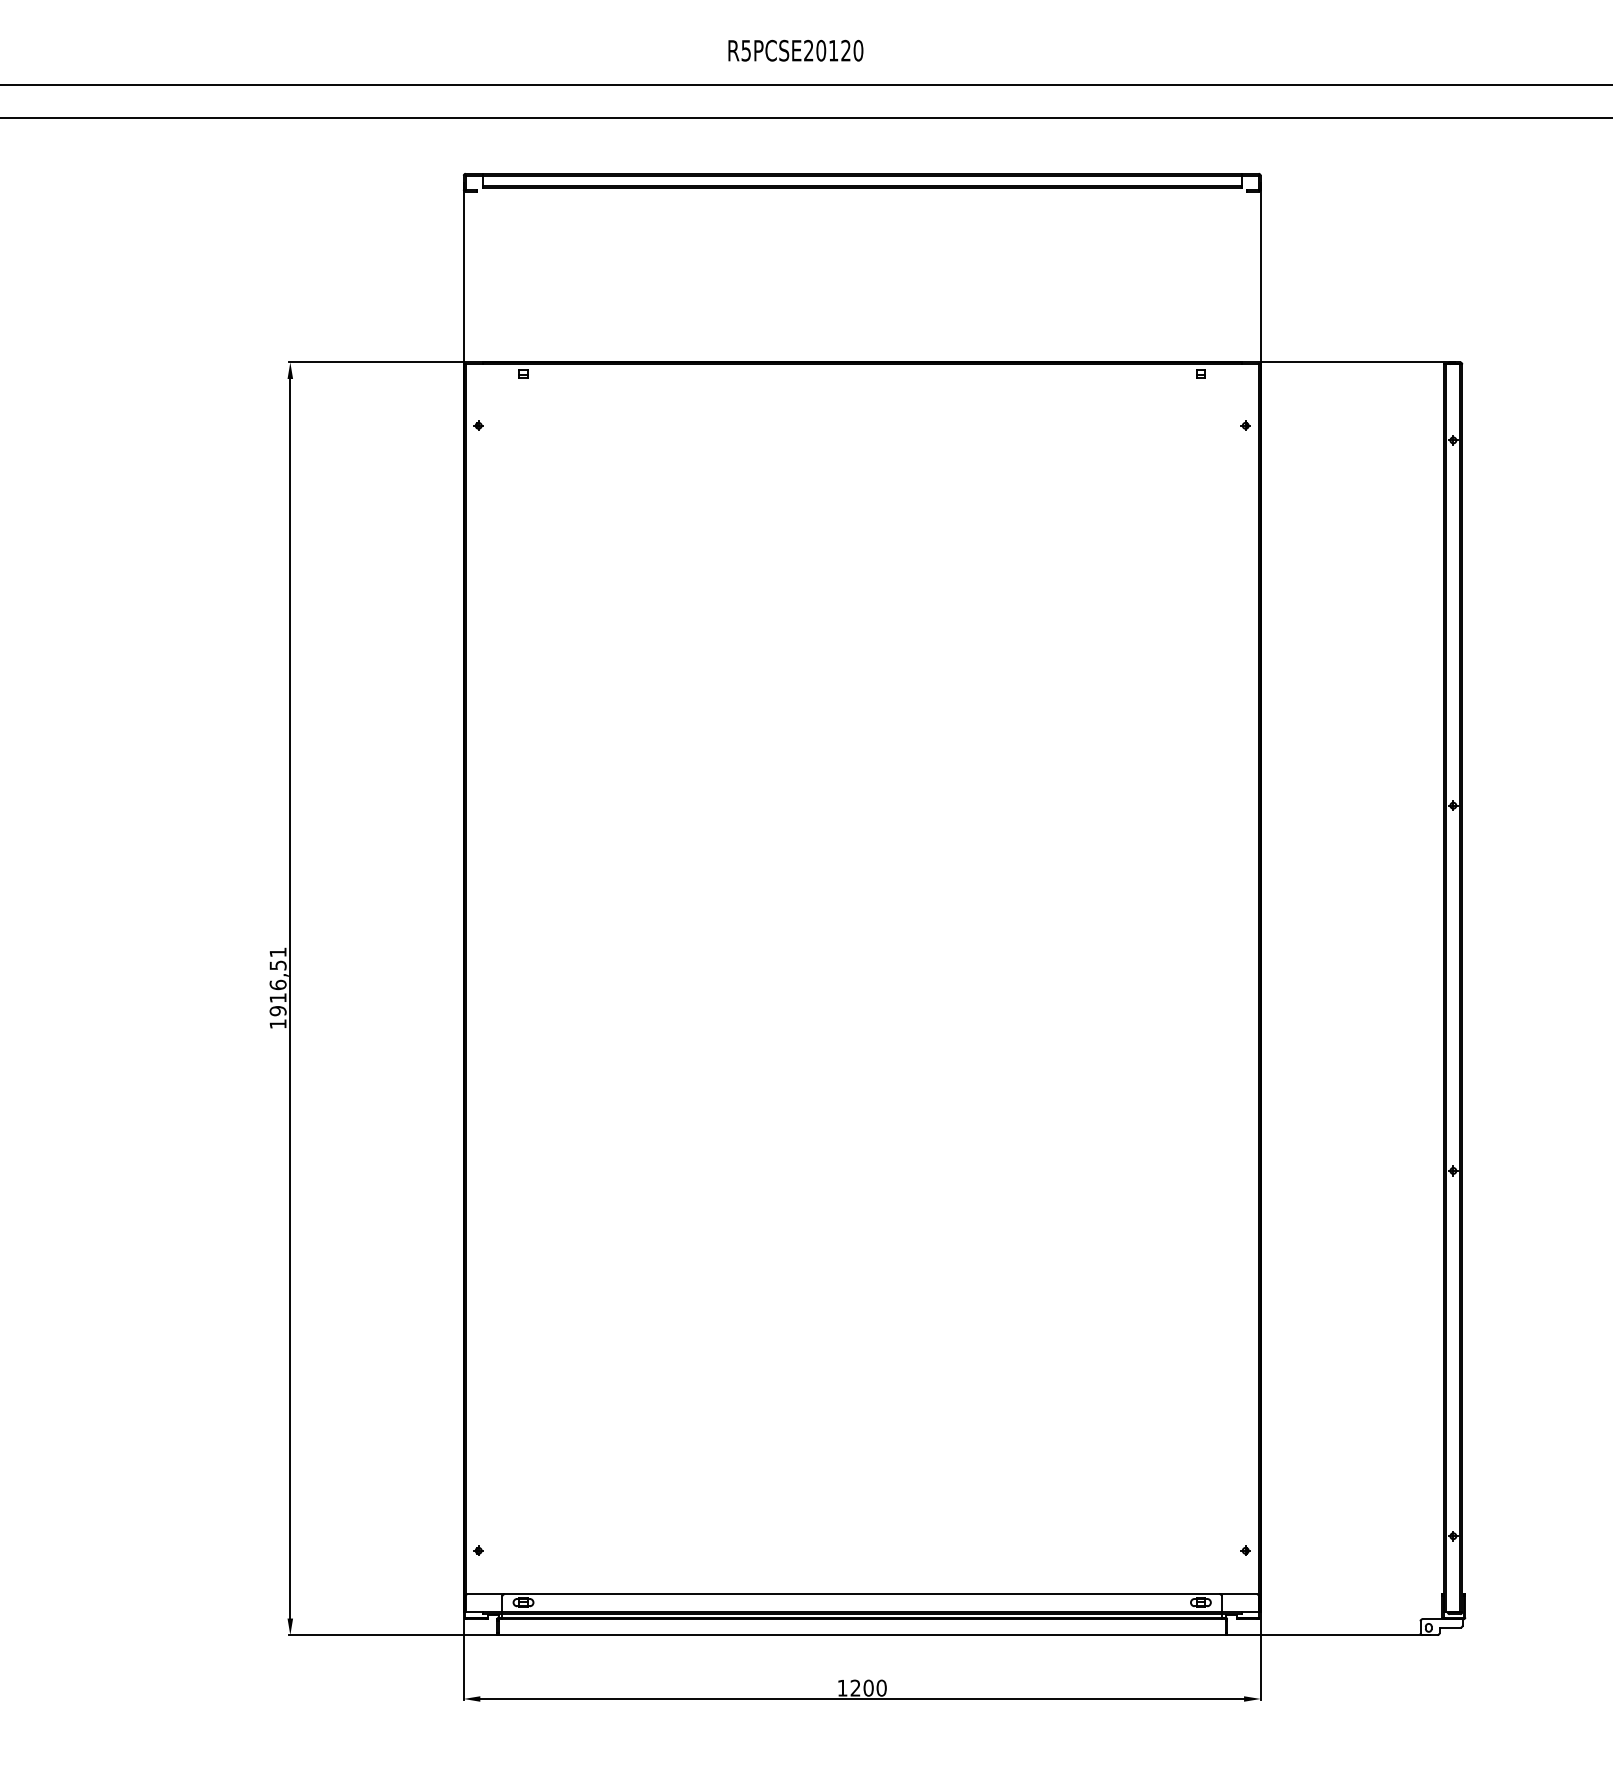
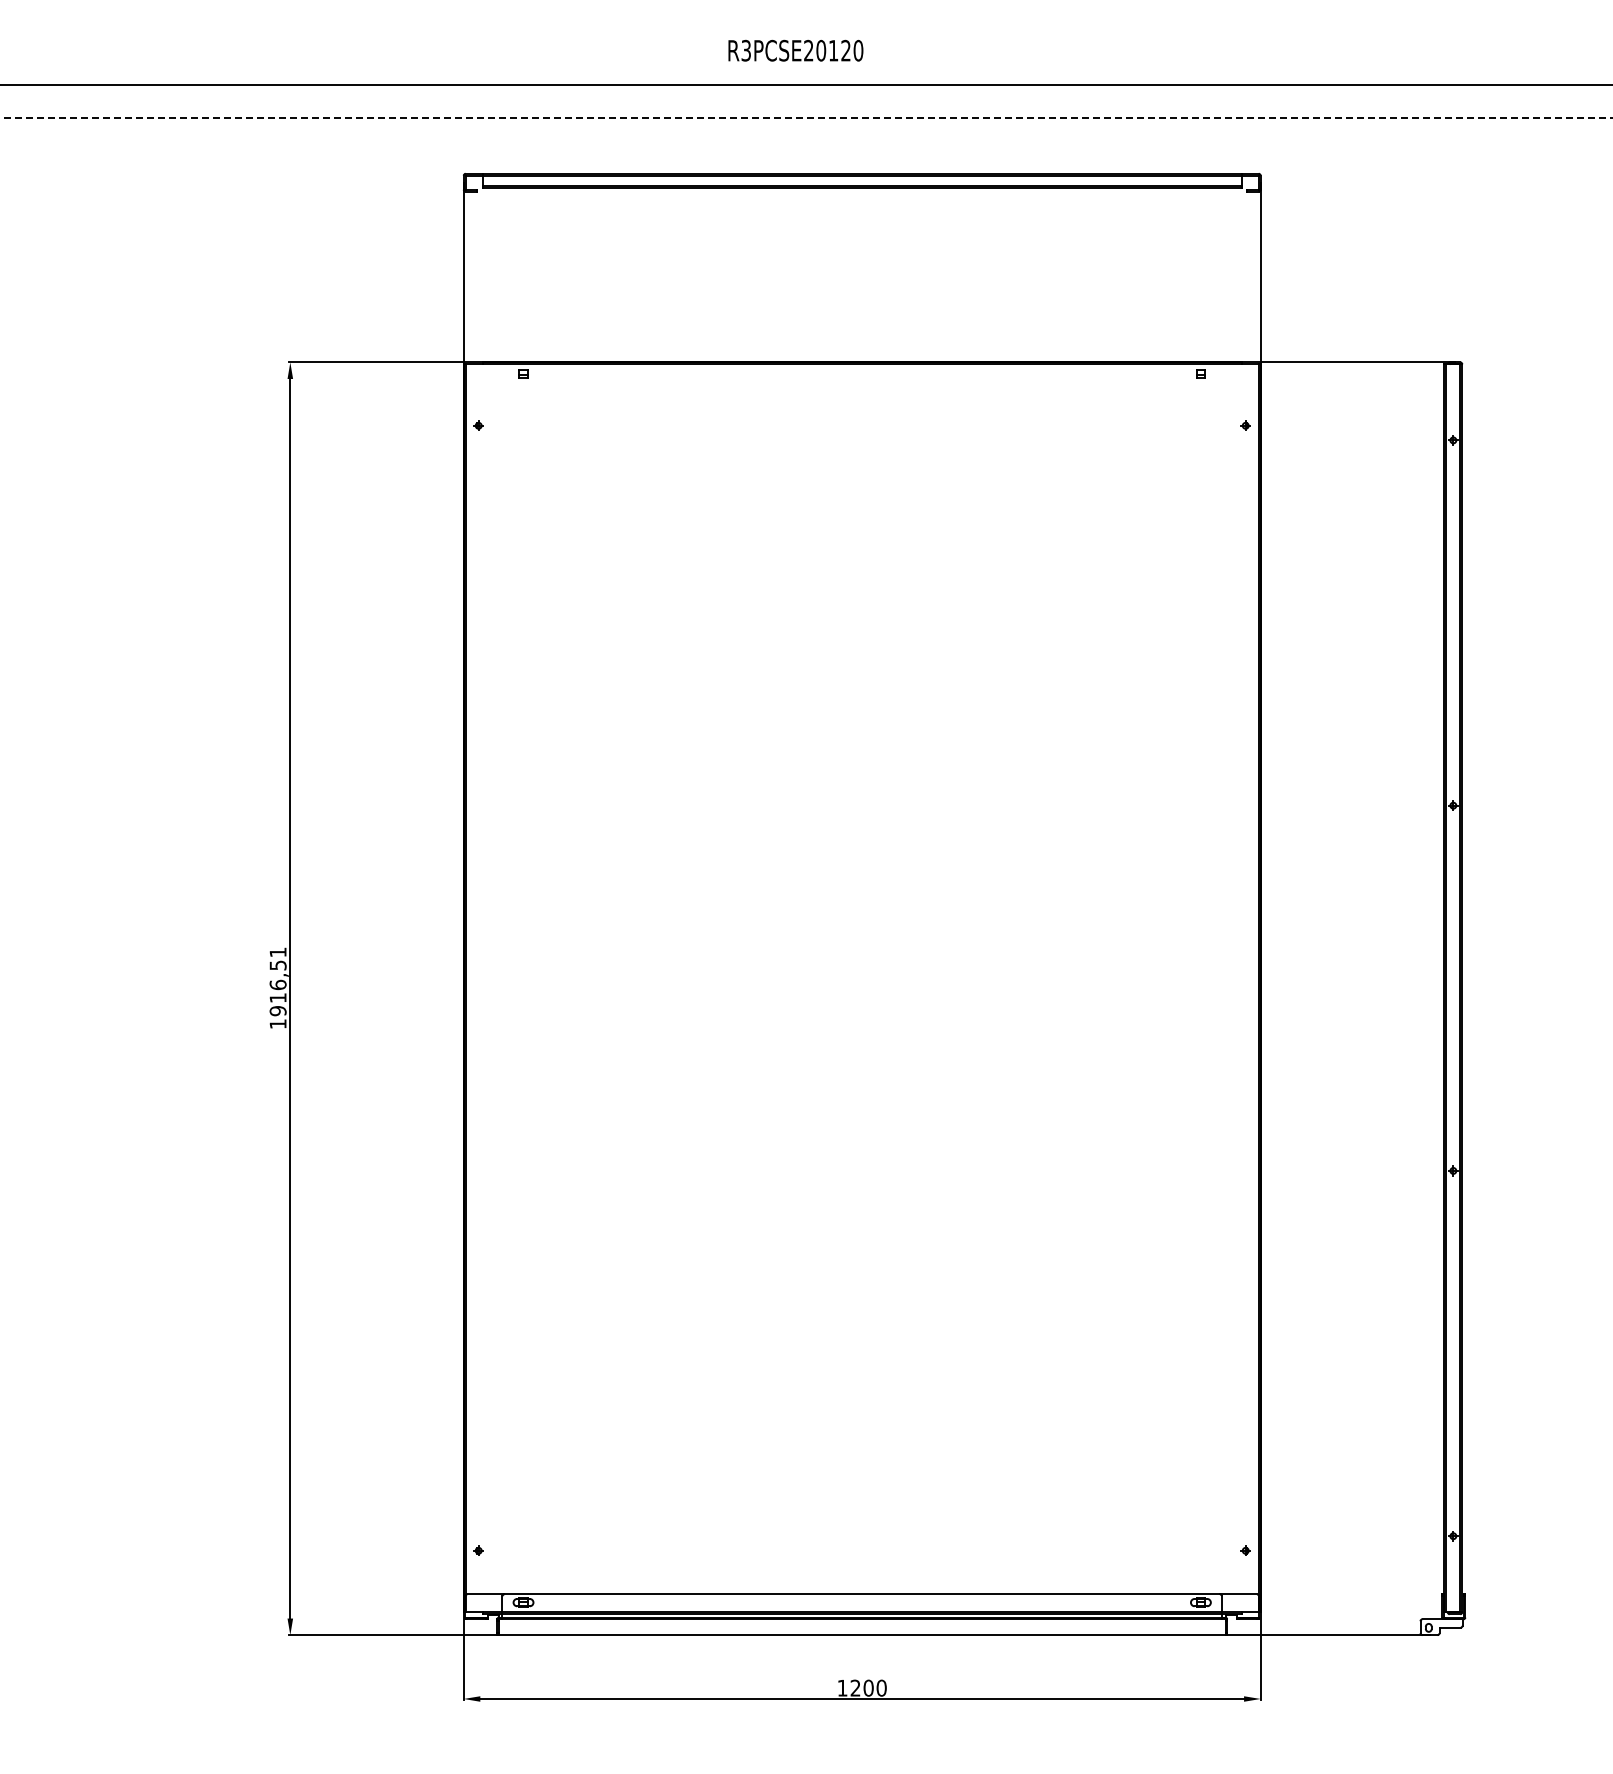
text at (746, 49): R5PCSE20120 -> R3PCSE20120
line at (806, 117): solid -> dashed
